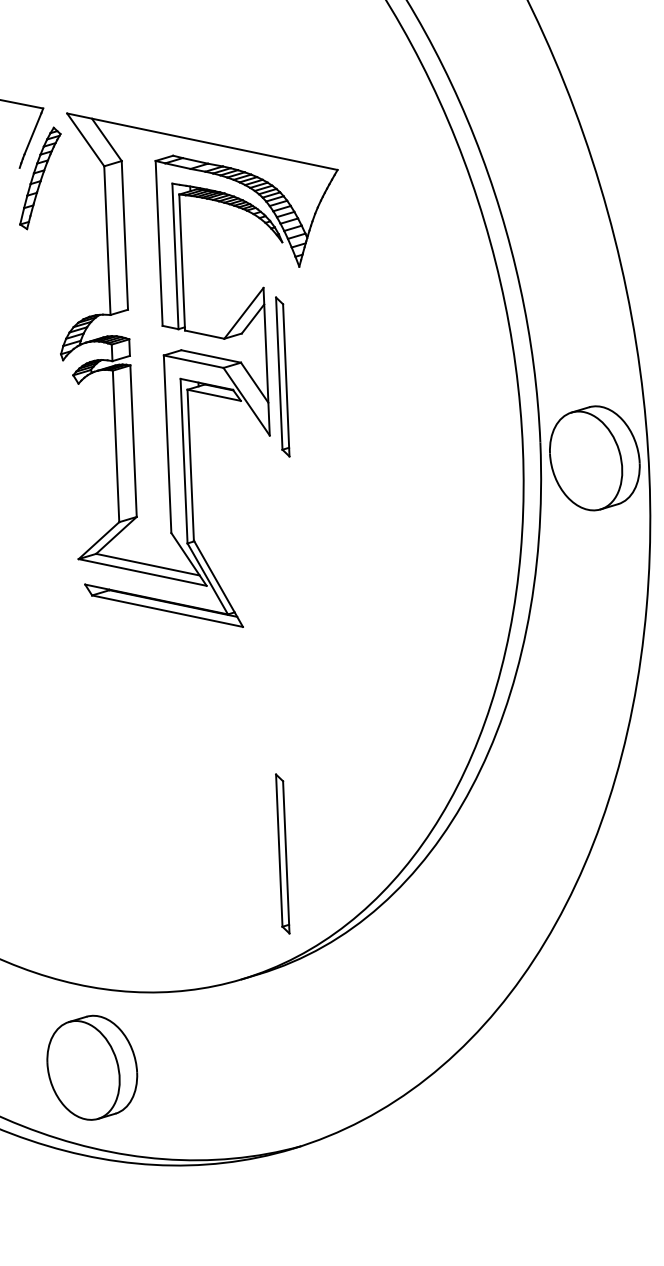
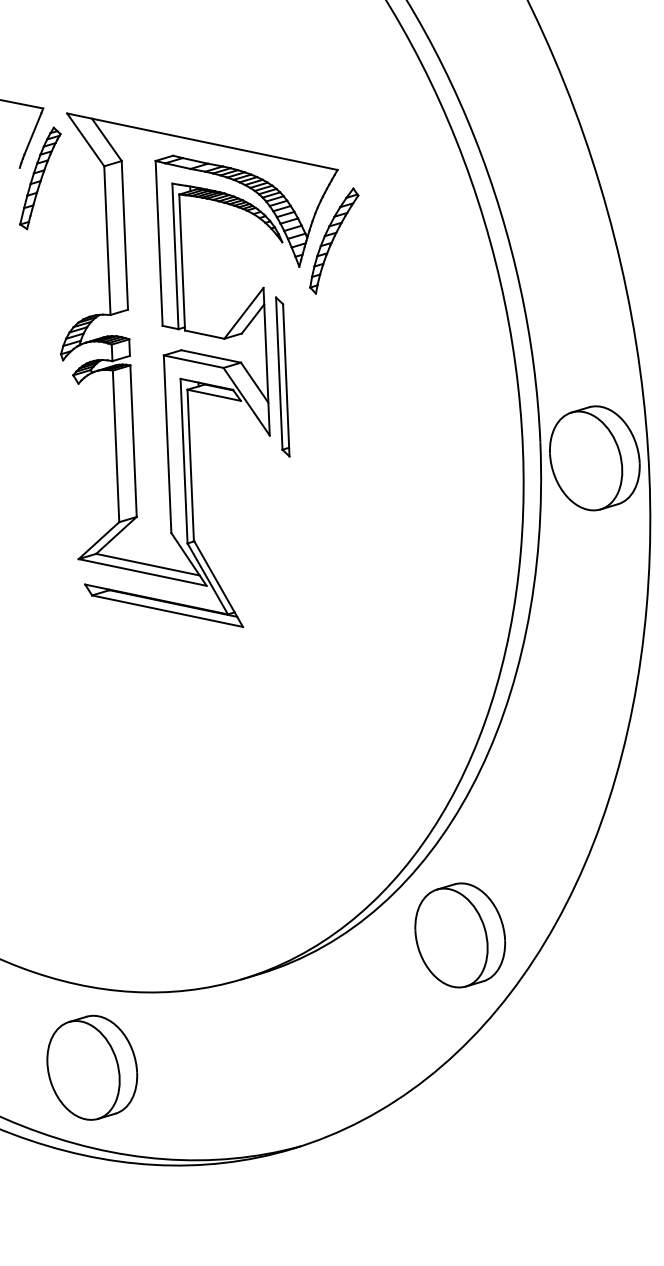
part at (334, 240): none -> present
part at (282, 853): present -> none
part at (460, 935): none -> present
